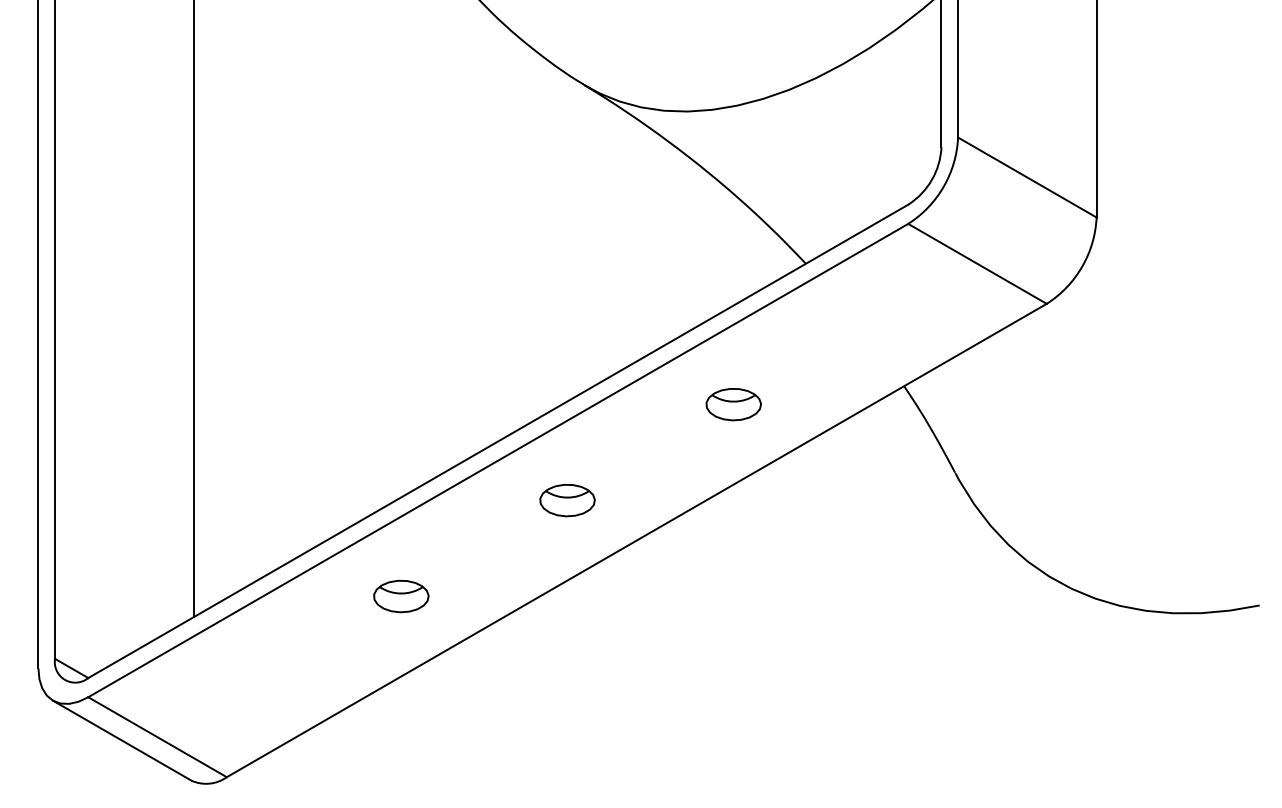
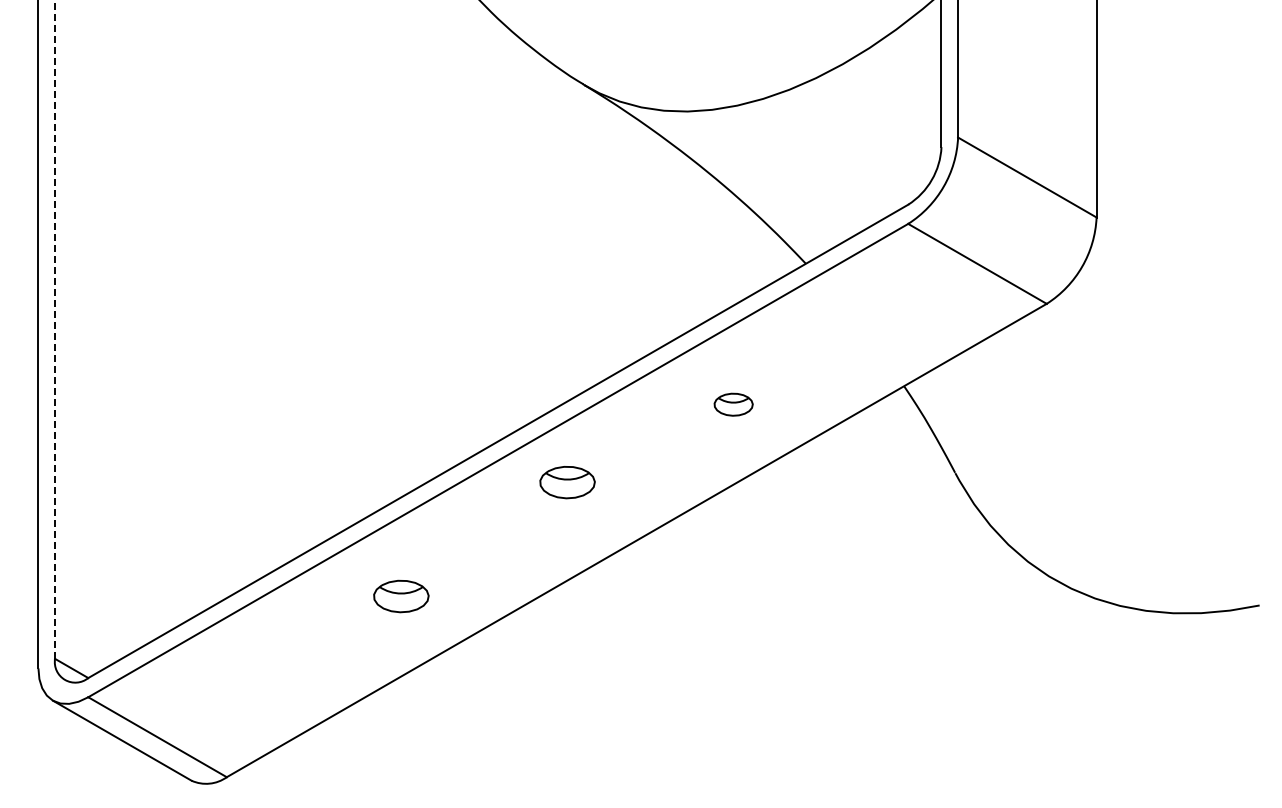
line at (193, 309): present -> none
line at (55, 329): solid -> dashed
part at (733, 404) size: 57x34 px -> 41x25 px
part at (567, 500) position: (567, 500) -> (567, 482)
